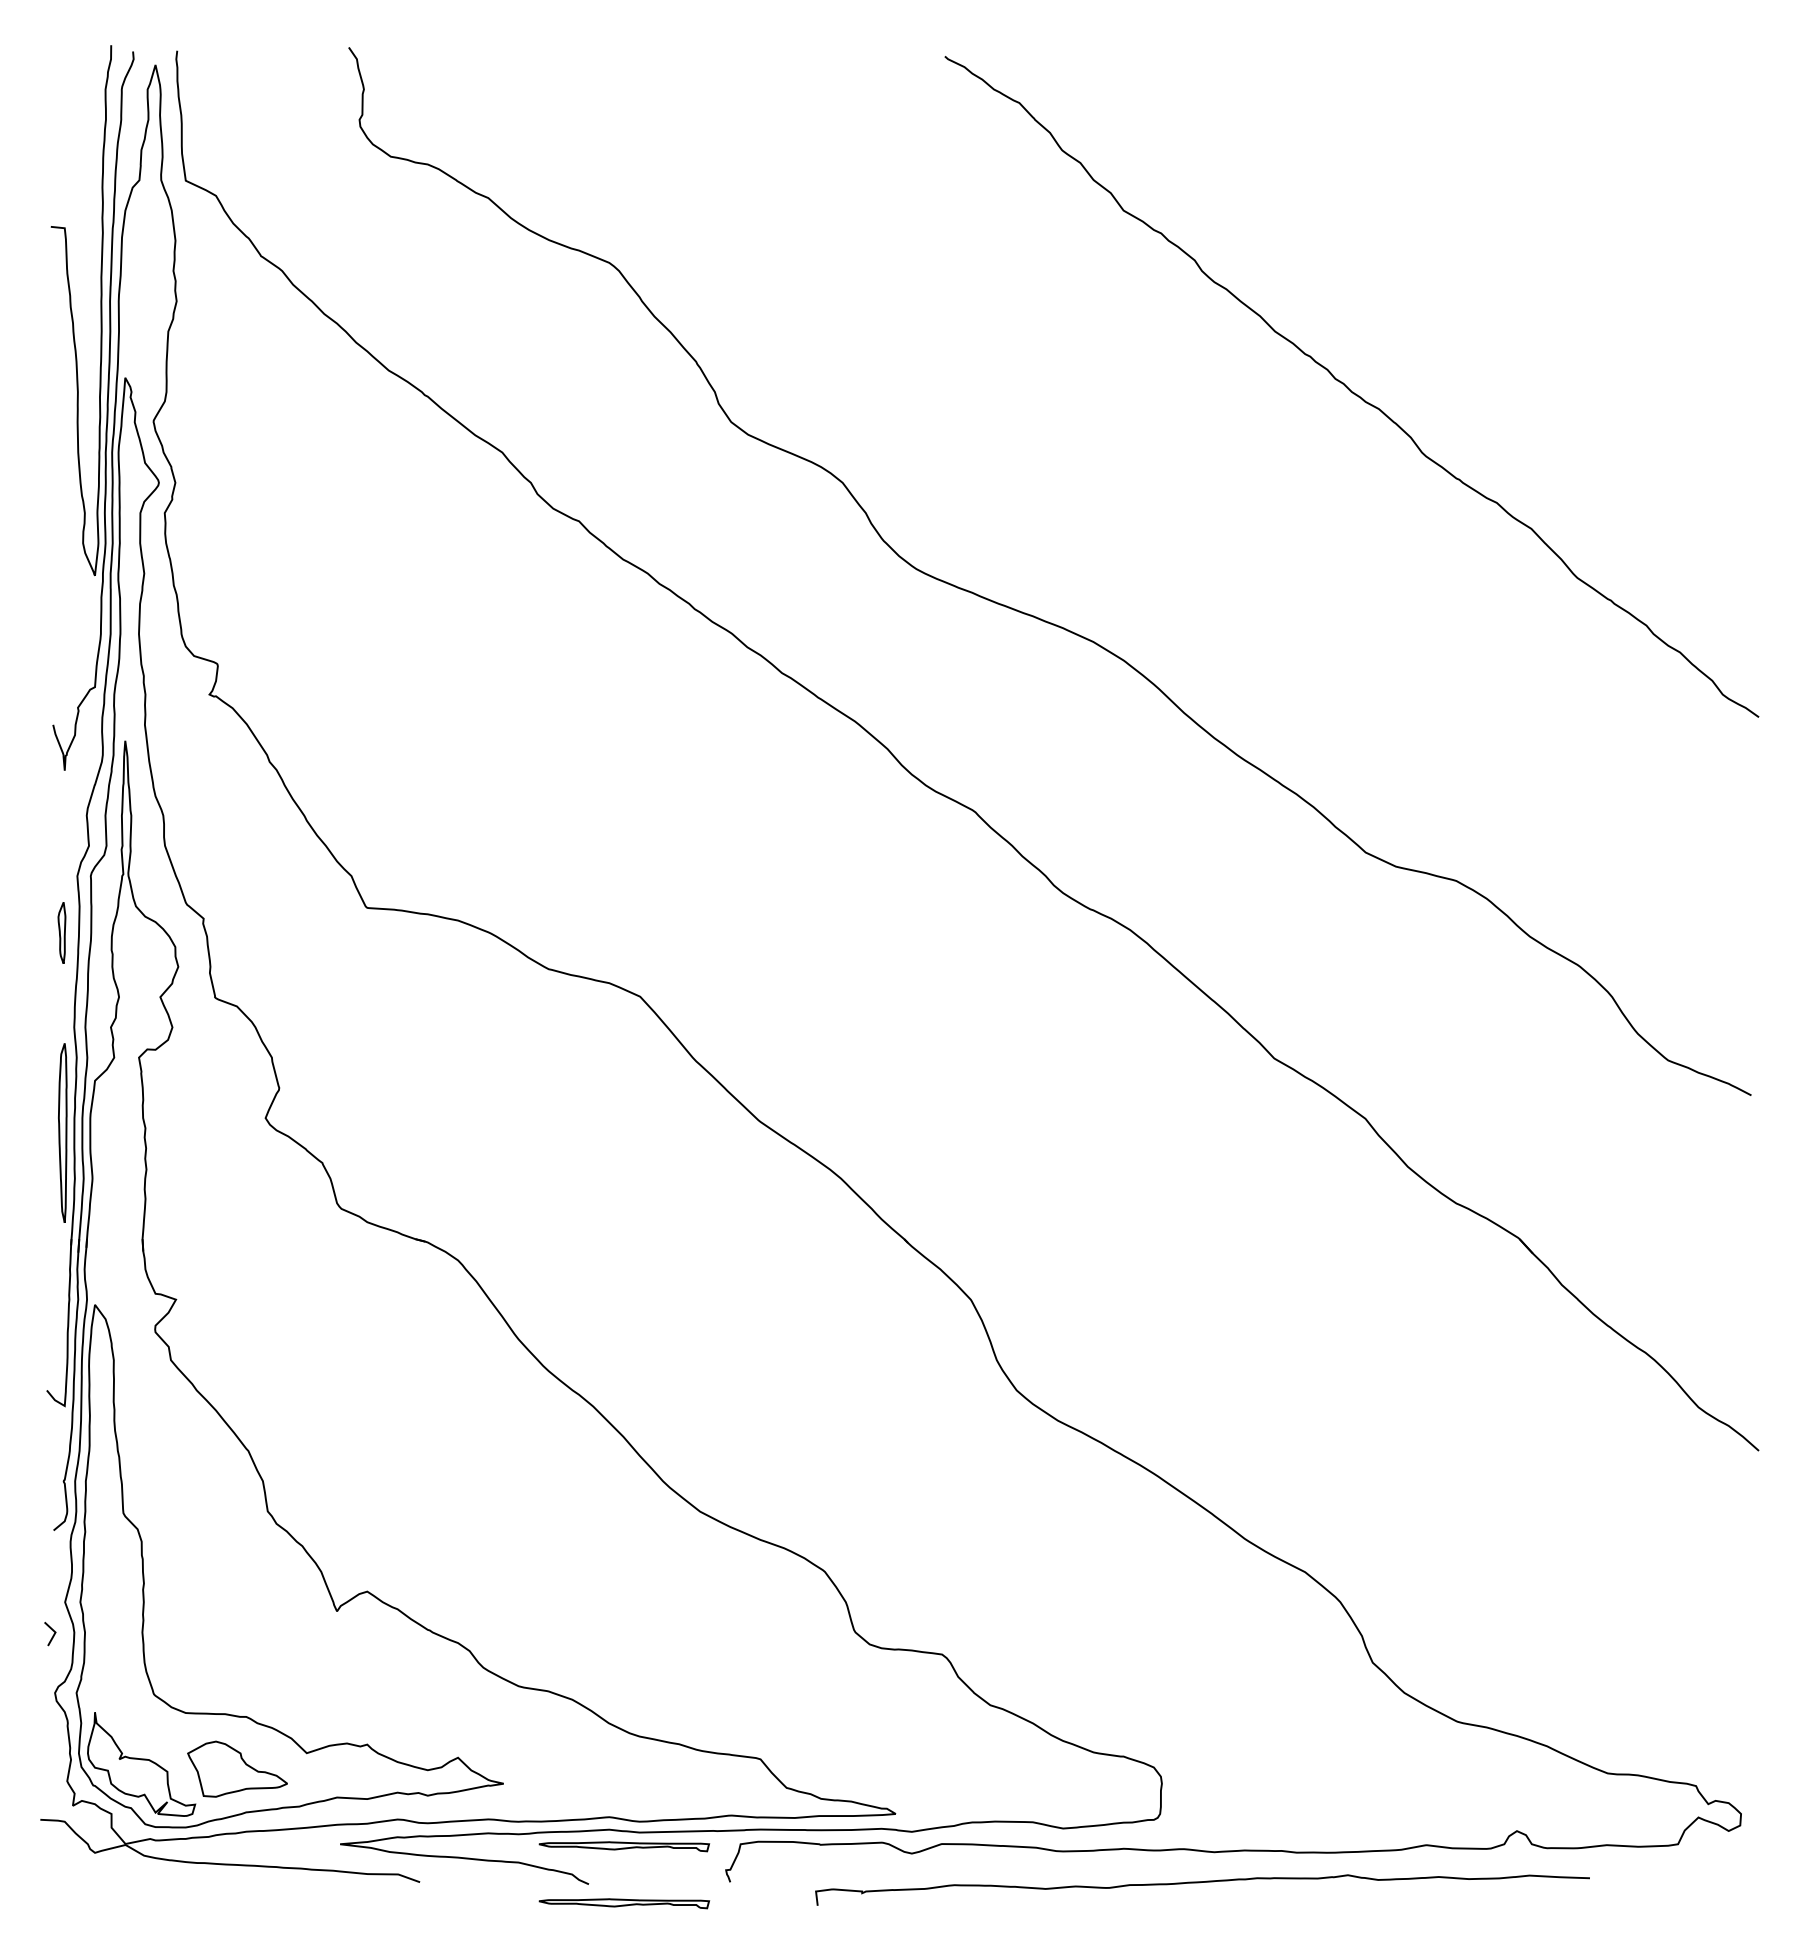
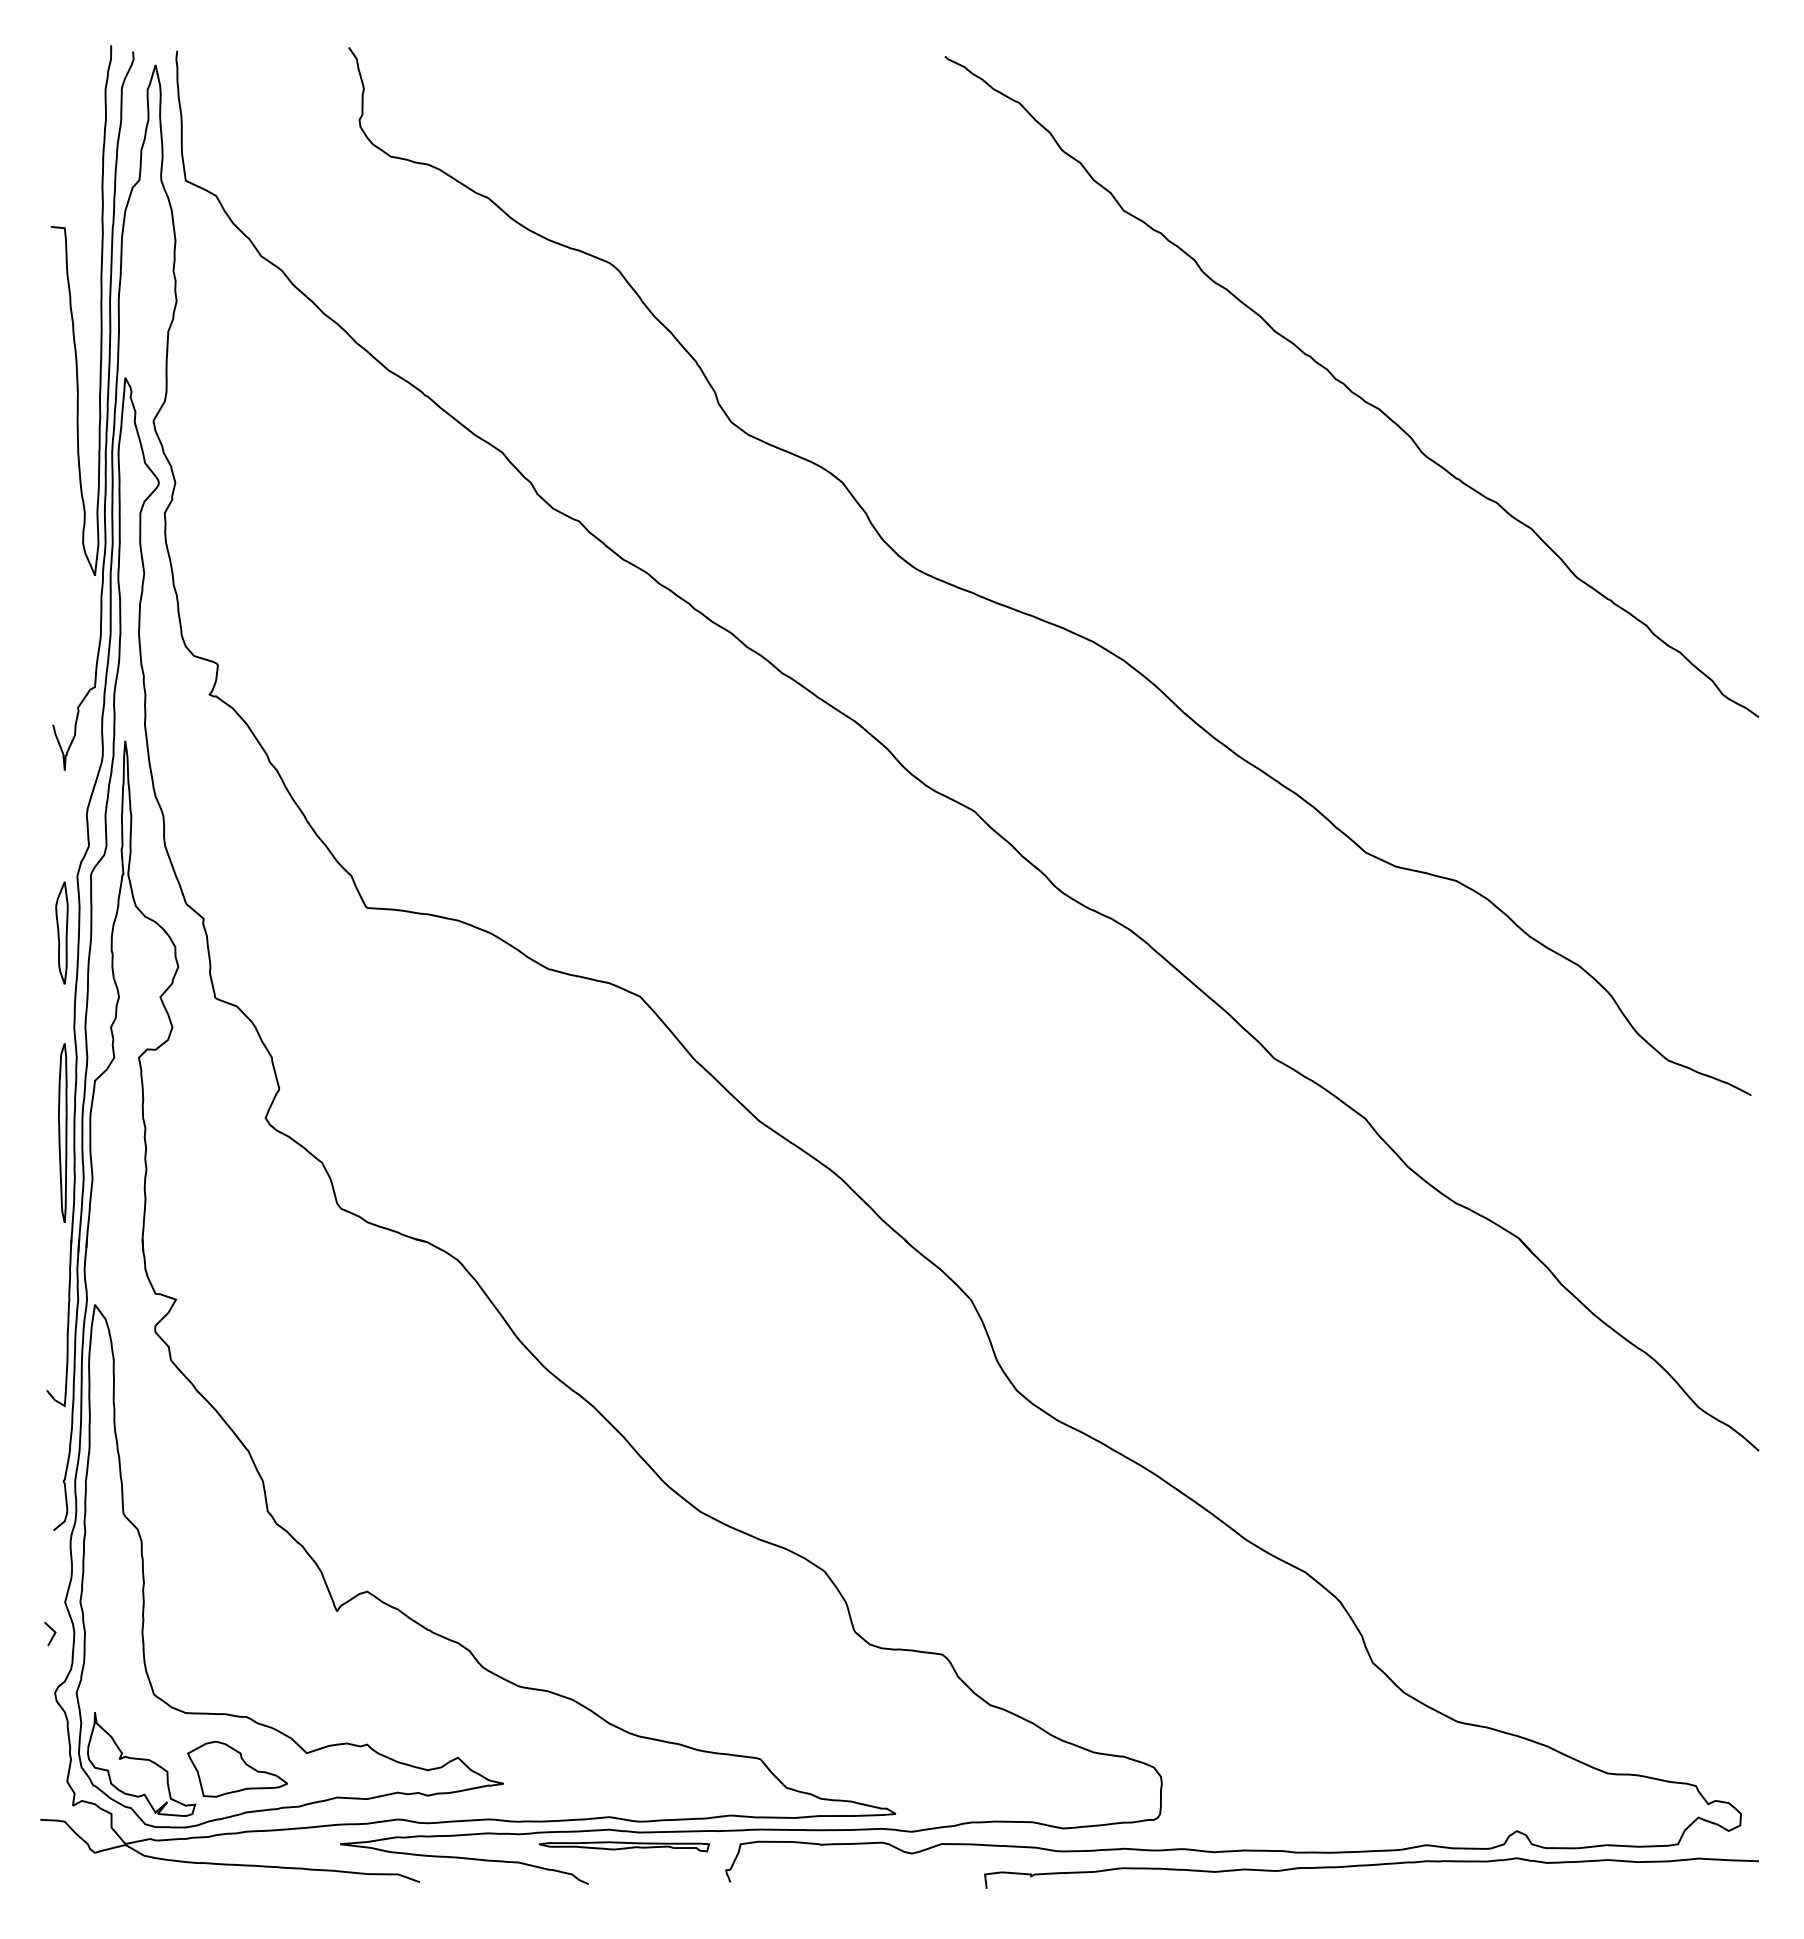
part at (61, 932) size: 10x62 px -> 14x104 px
curve at (1200, 1883) position: (1200, 1883) -> (1369, 1866)
part at (624, 1903): present -> none
